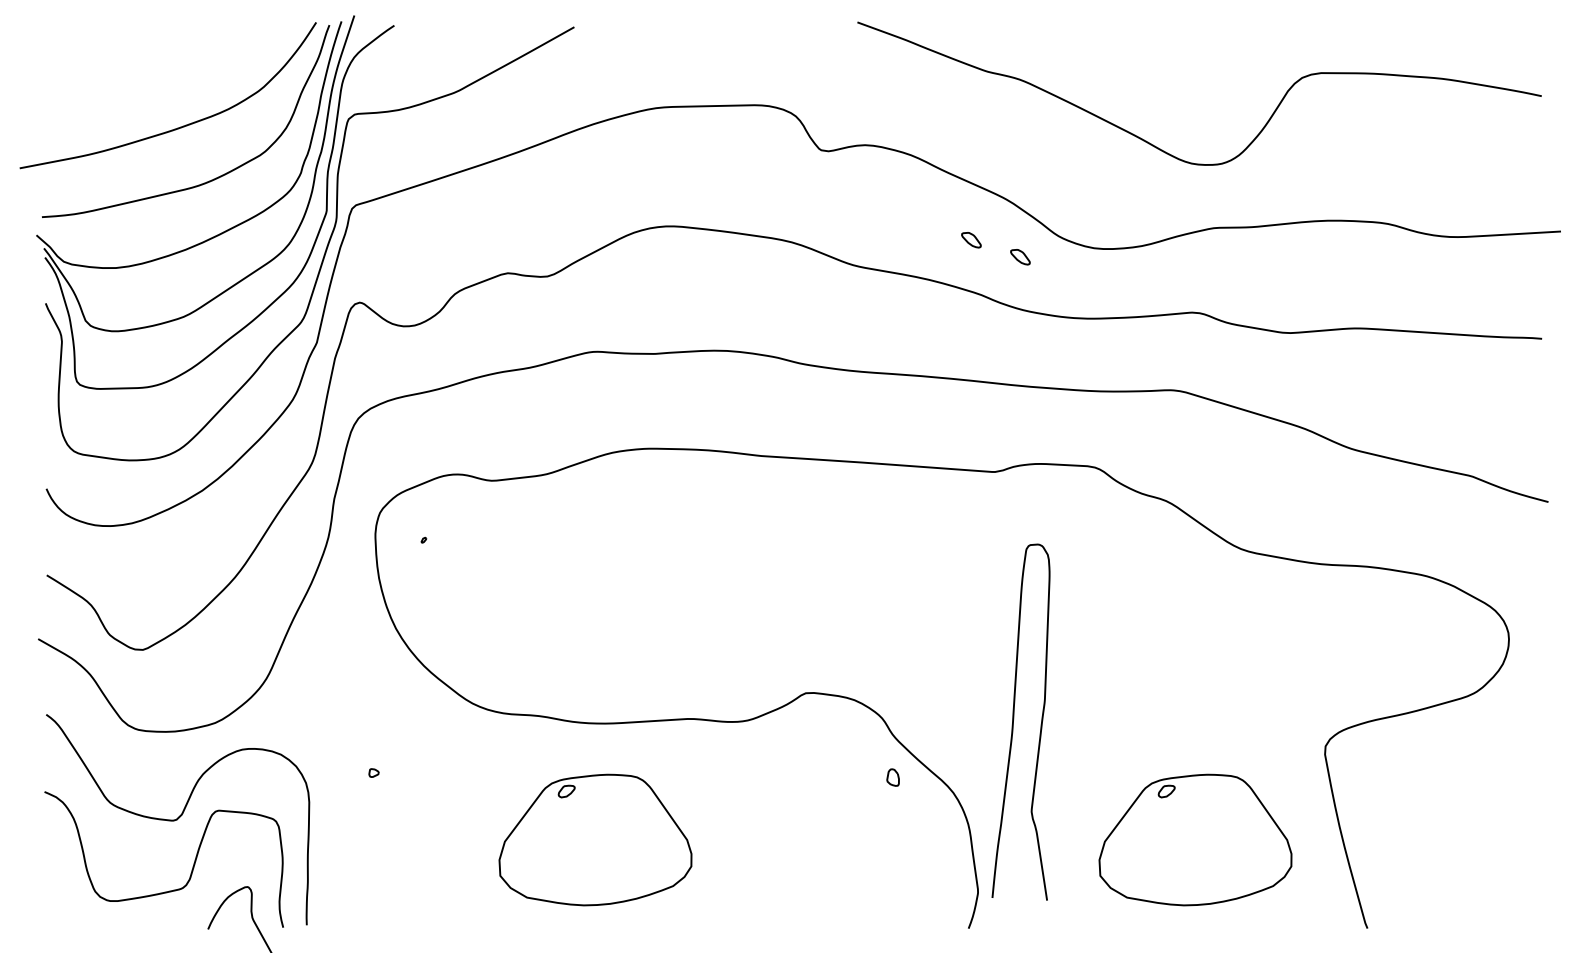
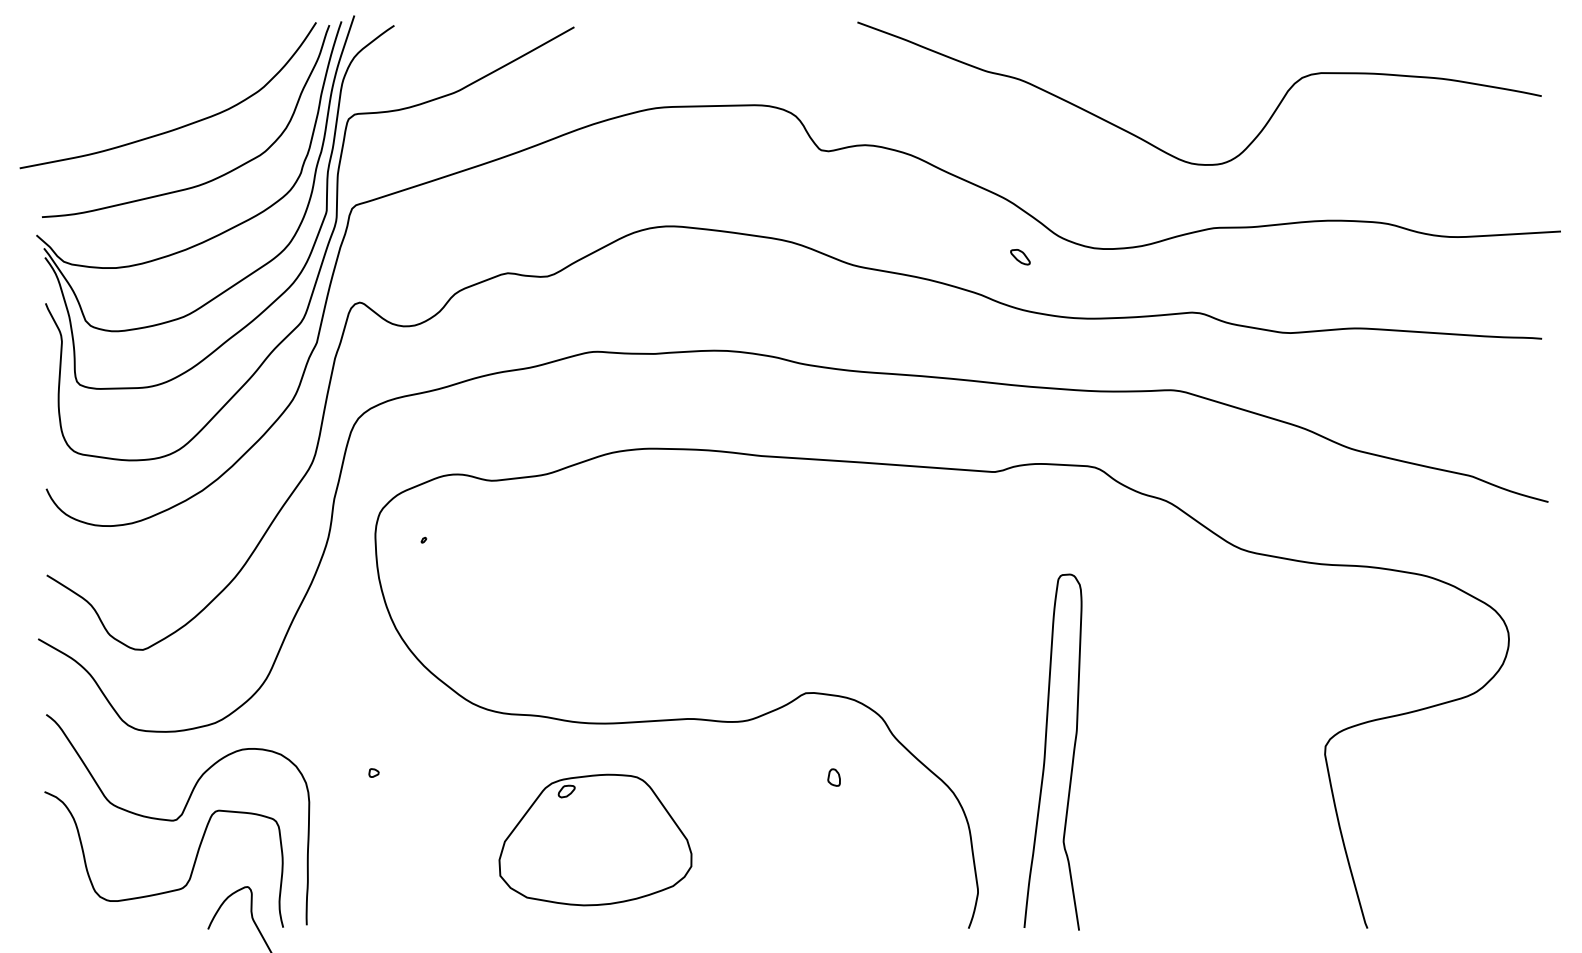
part at (971, 240): present -> none
curve at (1014, 719) position: (1014, 719) -> (1046, 749)
part at (892, 777) position: (892, 777) -> (833, 777)
part at (1195, 839): present -> none
